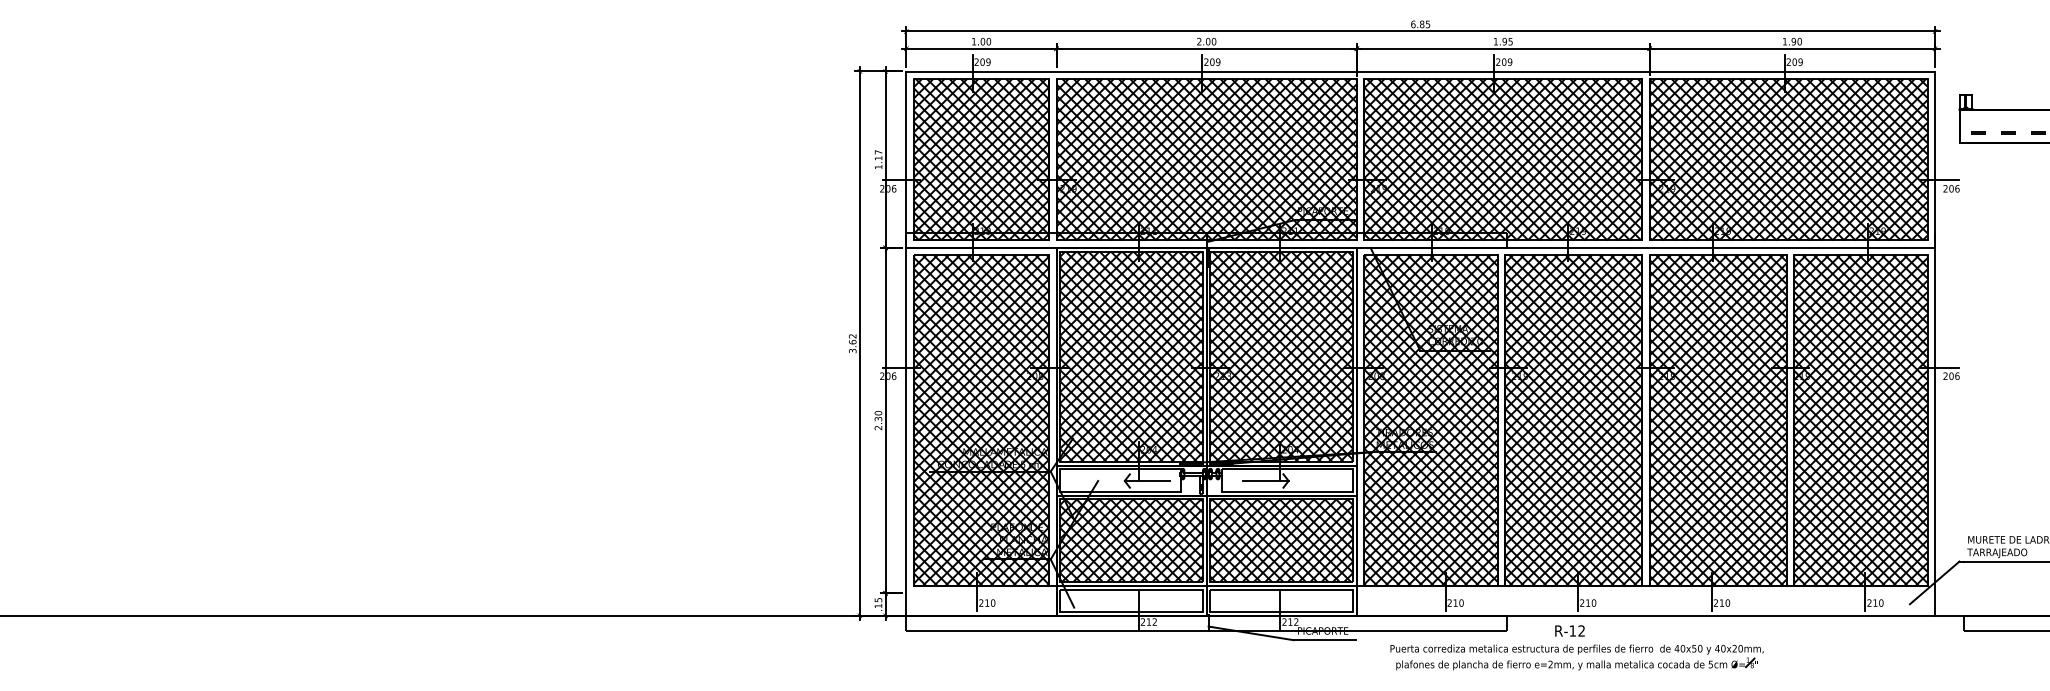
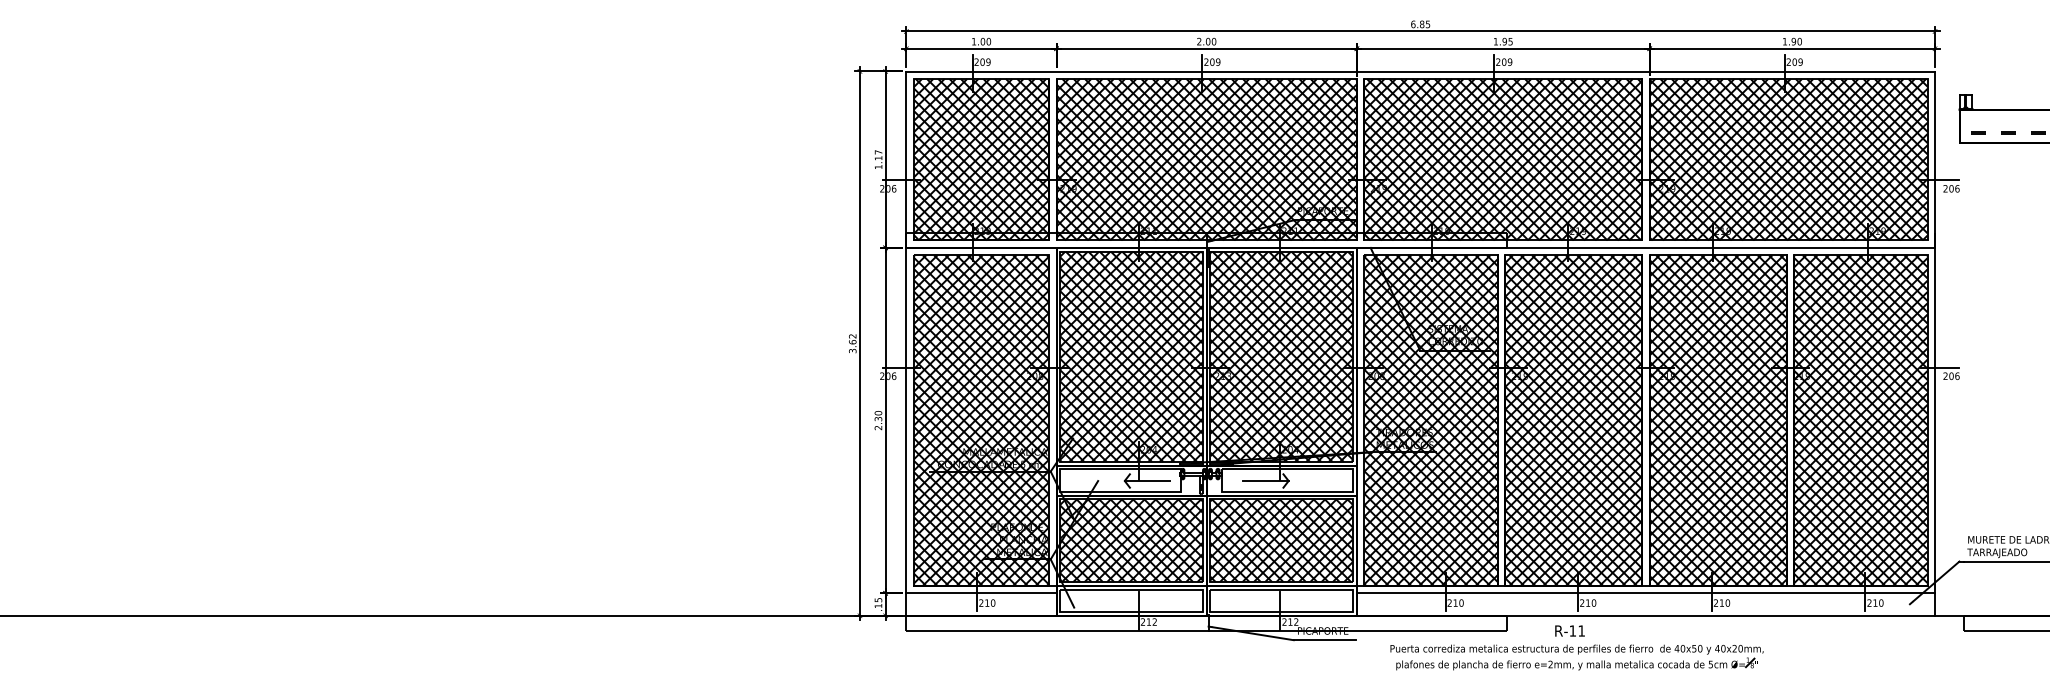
line at (981, 593): none -> present
line at (1645, 593): none -> present
text at (1581, 630): R-12 -> R-11
